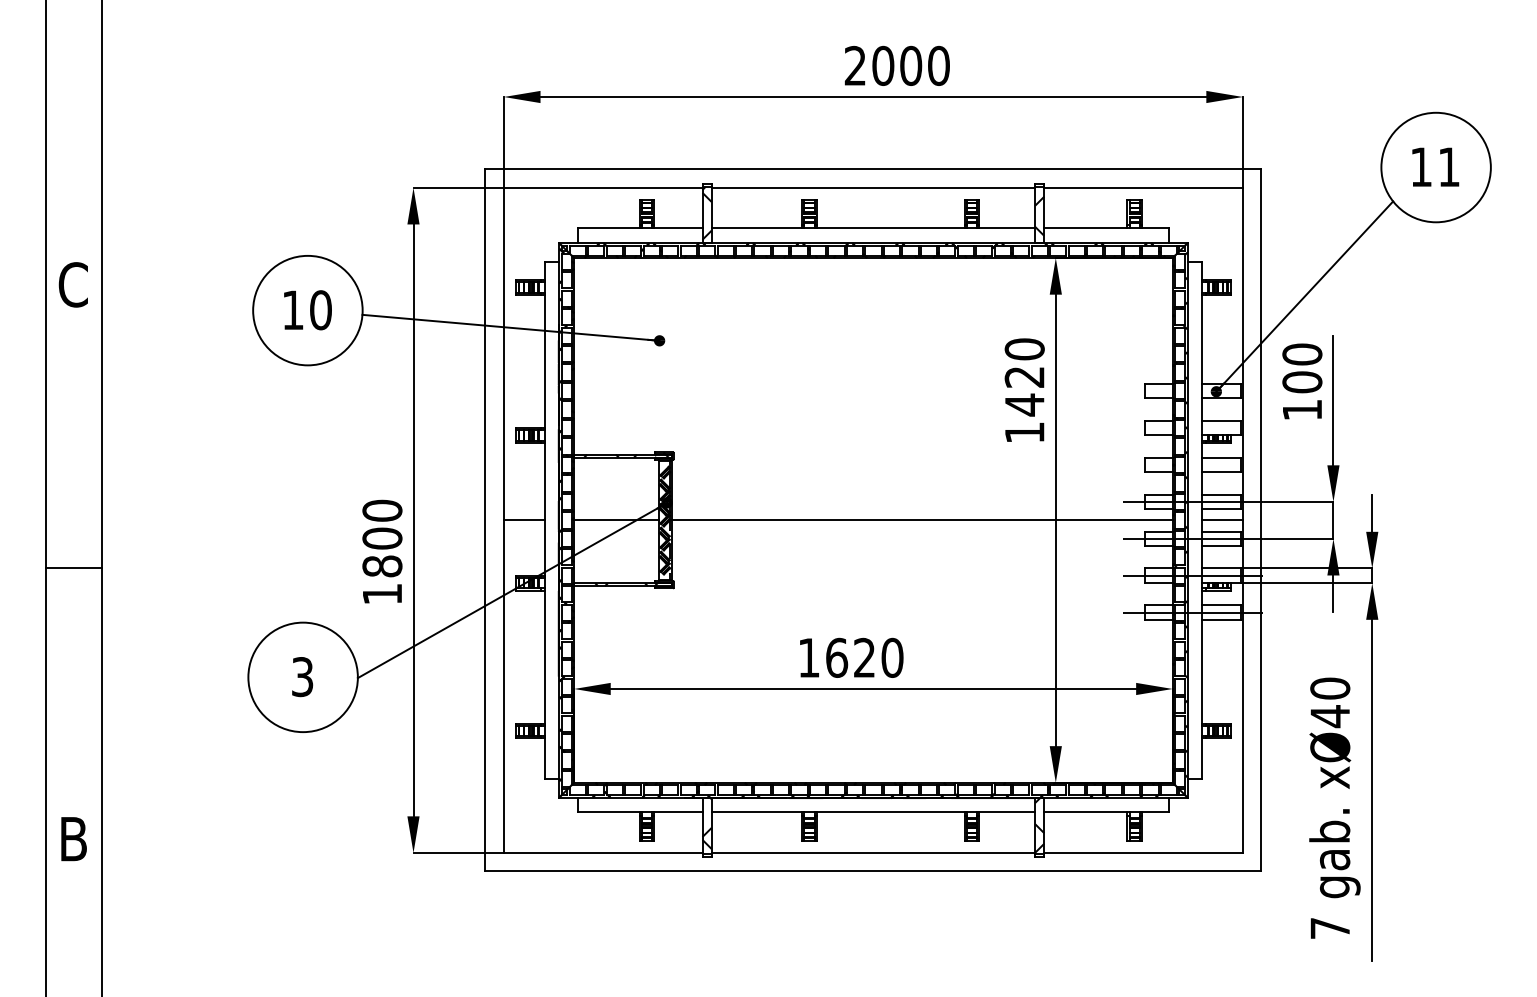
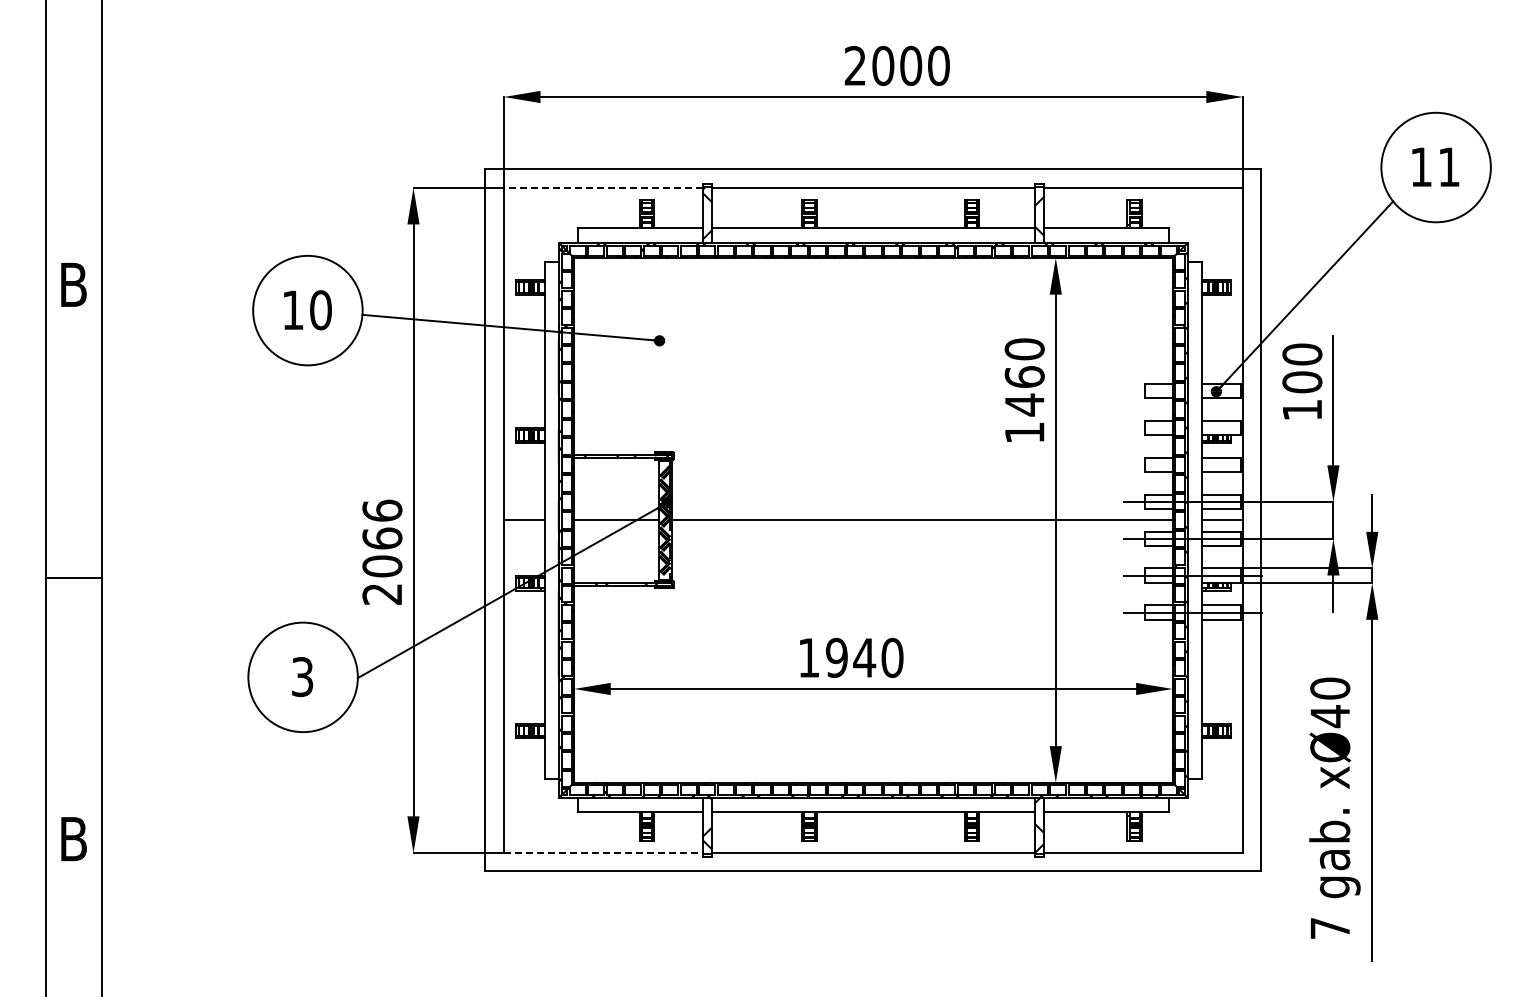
line at (602, 187): solid -> dashed
text at (72, 284): C -> B
text at (1024, 376): 1420 -> 1460
text at (382, 551): 1800 -> 2066
line at (73, 567) position: (73, 567) -> (73, 577)
text at (850, 657): 1620 -> 1940
line at (603, 852): solid -> dashed
